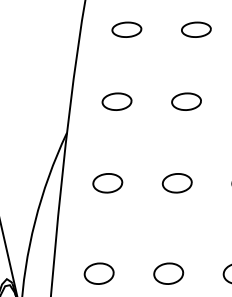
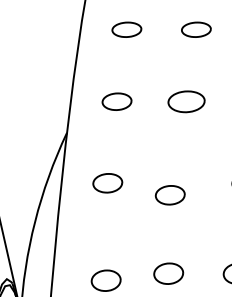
part at (186, 101) size: 31x19 px -> 39x24 px
part at (176, 183) position: (176, 183) -> (169, 195)
part at (98, 273) position: (98, 273) -> (105, 280)
